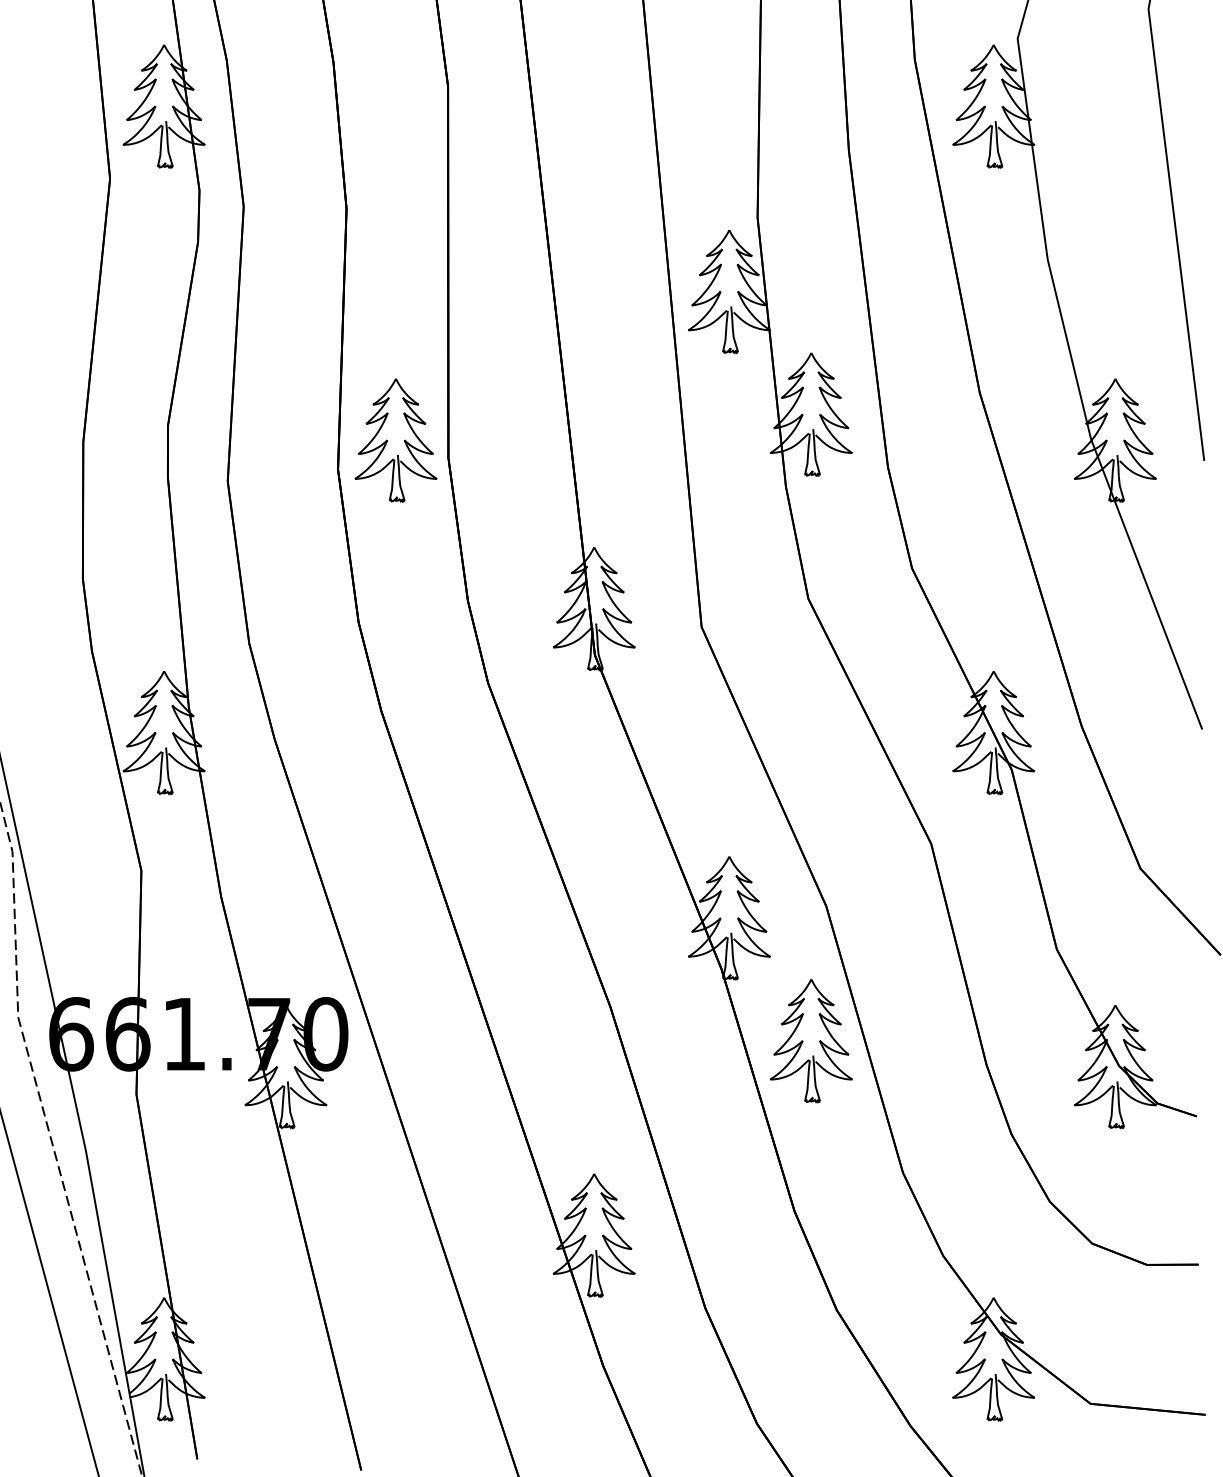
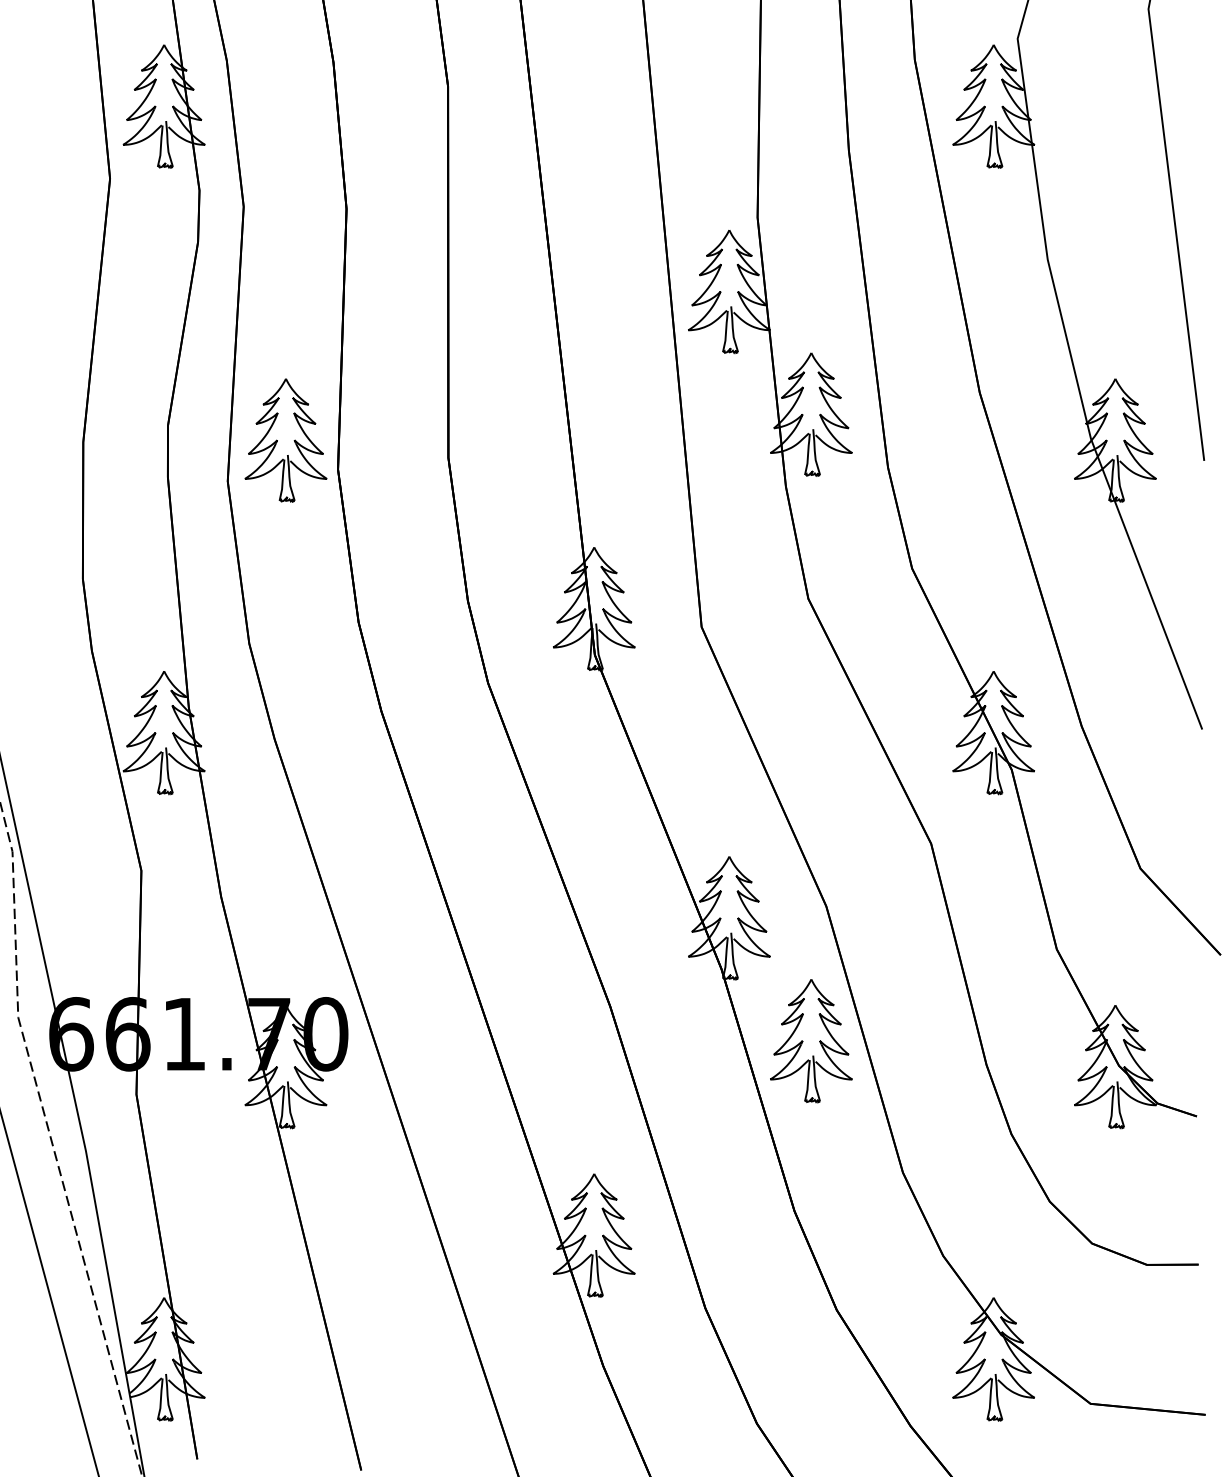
part at (395, 440) position: (395, 440) -> (285, 440)
